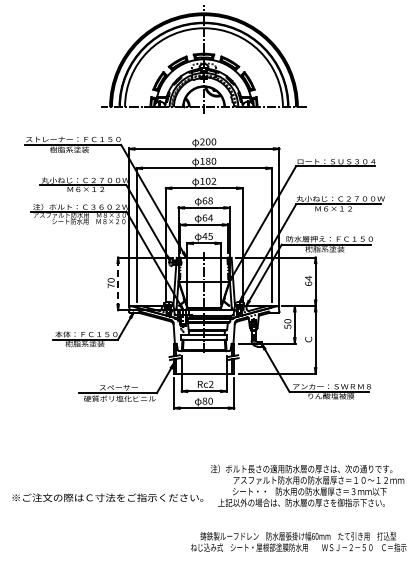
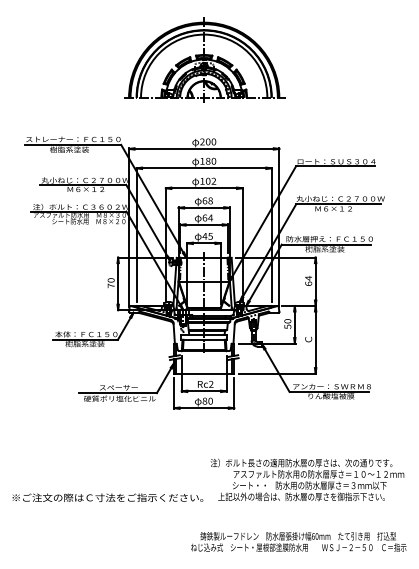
part at (203, 59) size: 206x109 px -> 162x86 px
line at (118, 283): dashed -> solid
text at (307, 485) position: (307, 485) -> (307, 479)
